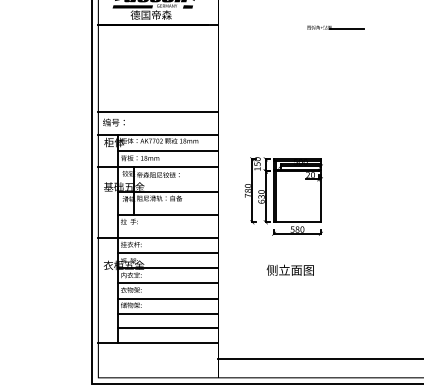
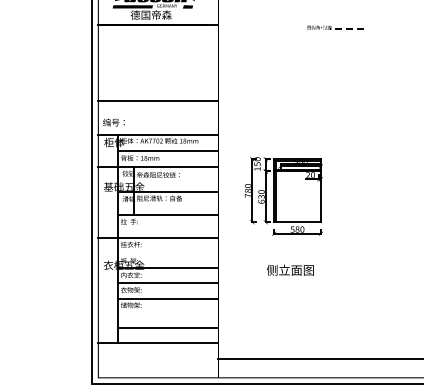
line at (346, 29): solid -> dashed
line at (158, 112) position: (158, 112) -> (158, 101)
line at (168, 253): present -> none
line at (168, 314): present -> none
